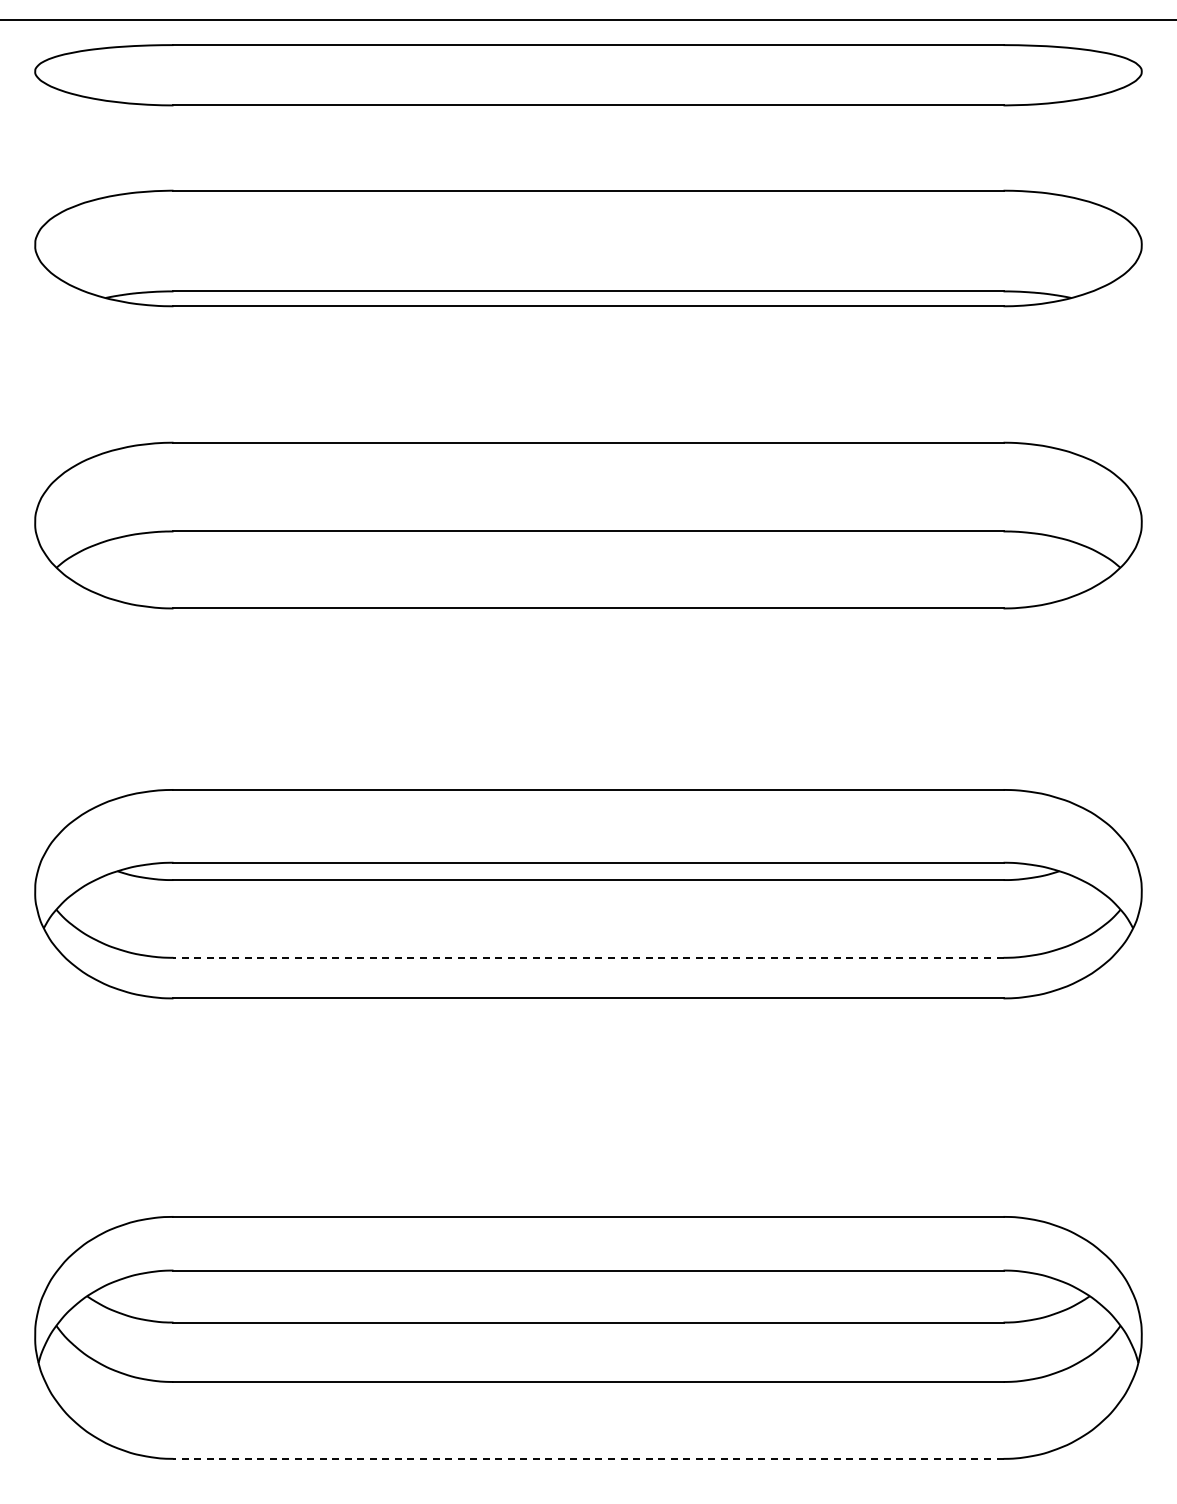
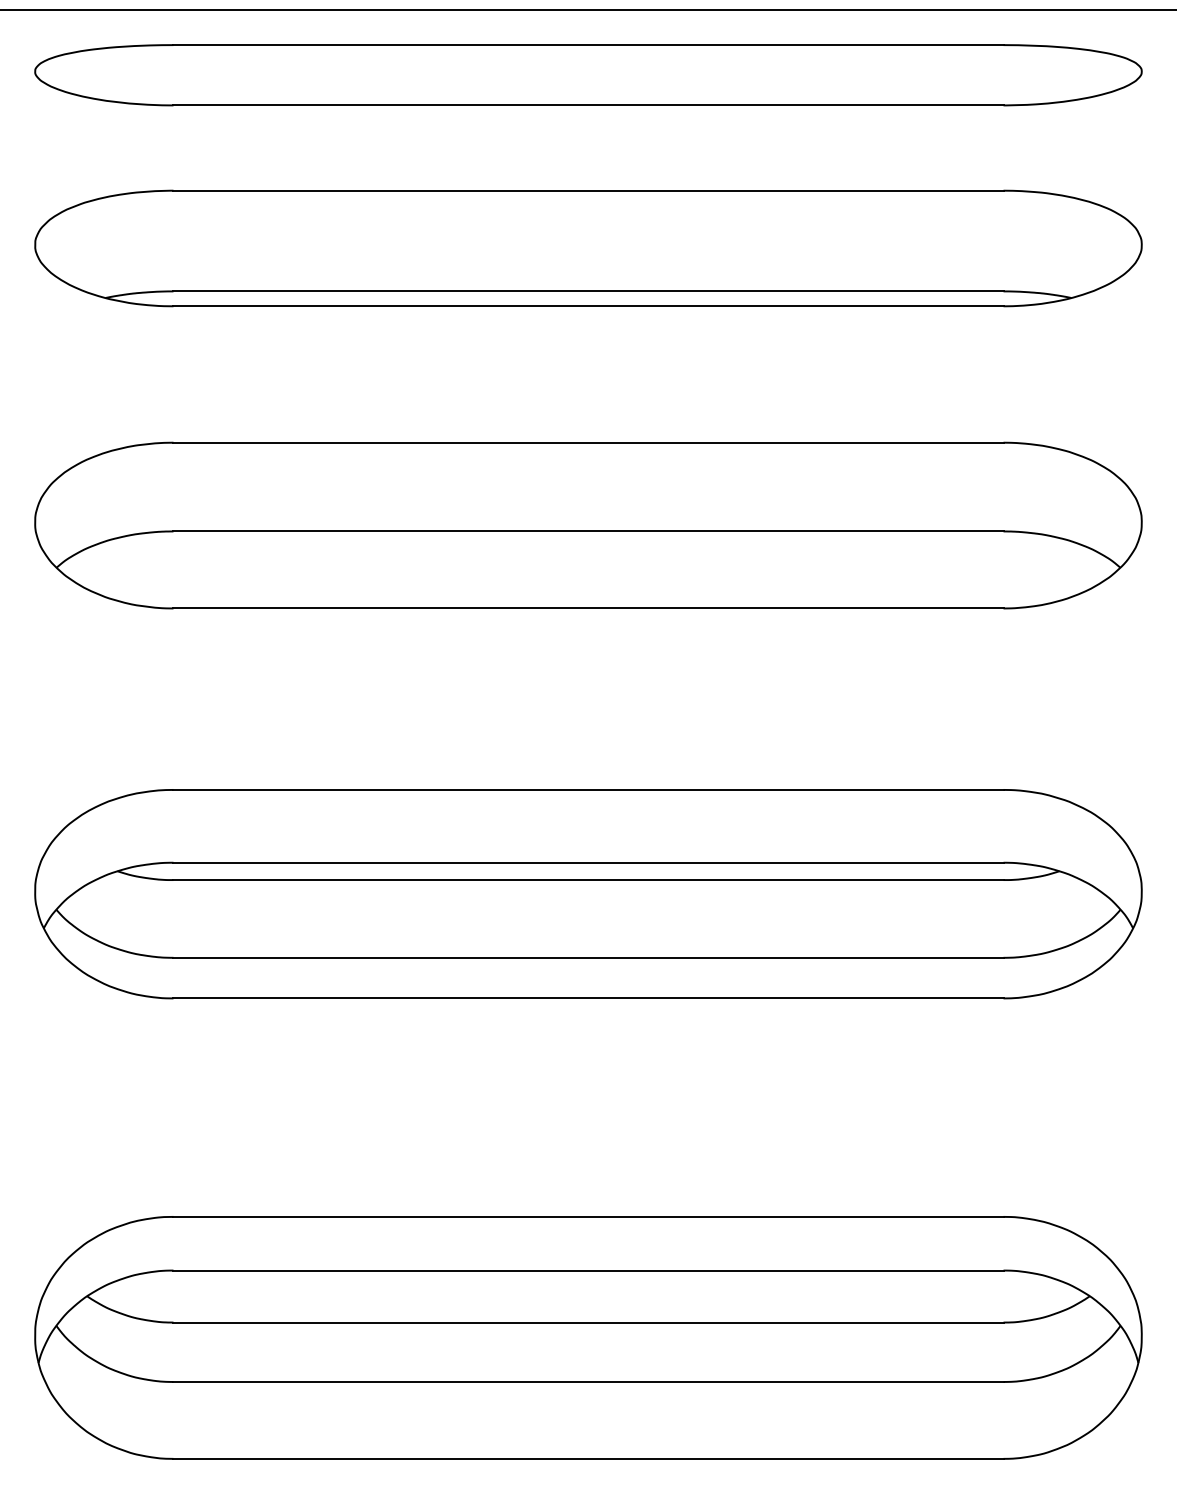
line at (587, 19) position: (587, 19) -> (587, 9)
line at (588, 957): dashed -> solid
line at (588, 1458): dashed -> solid
